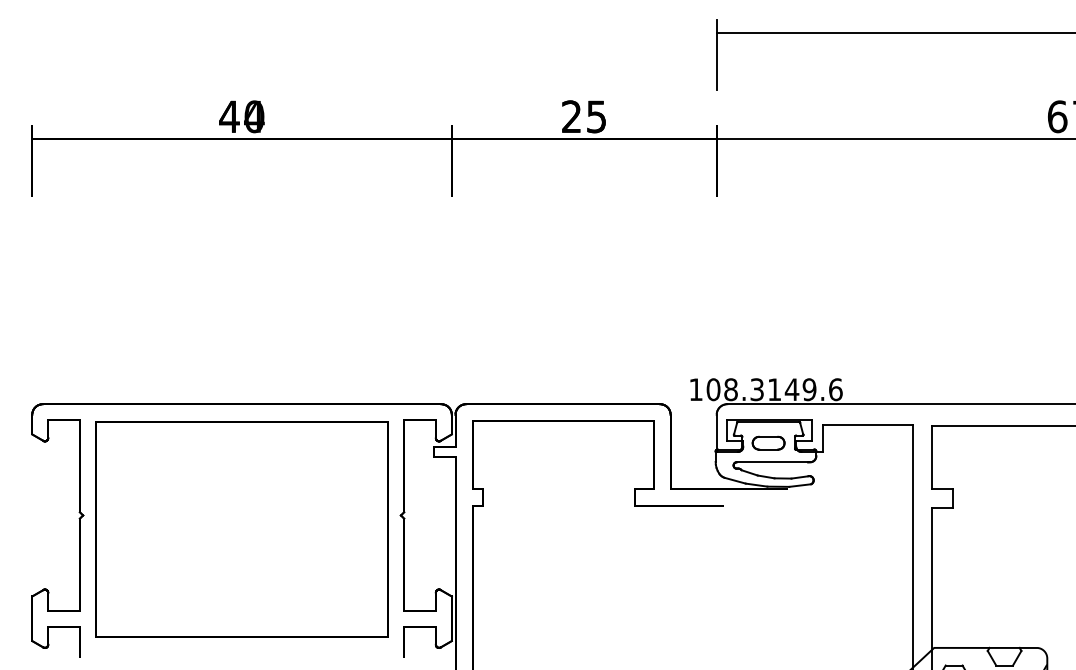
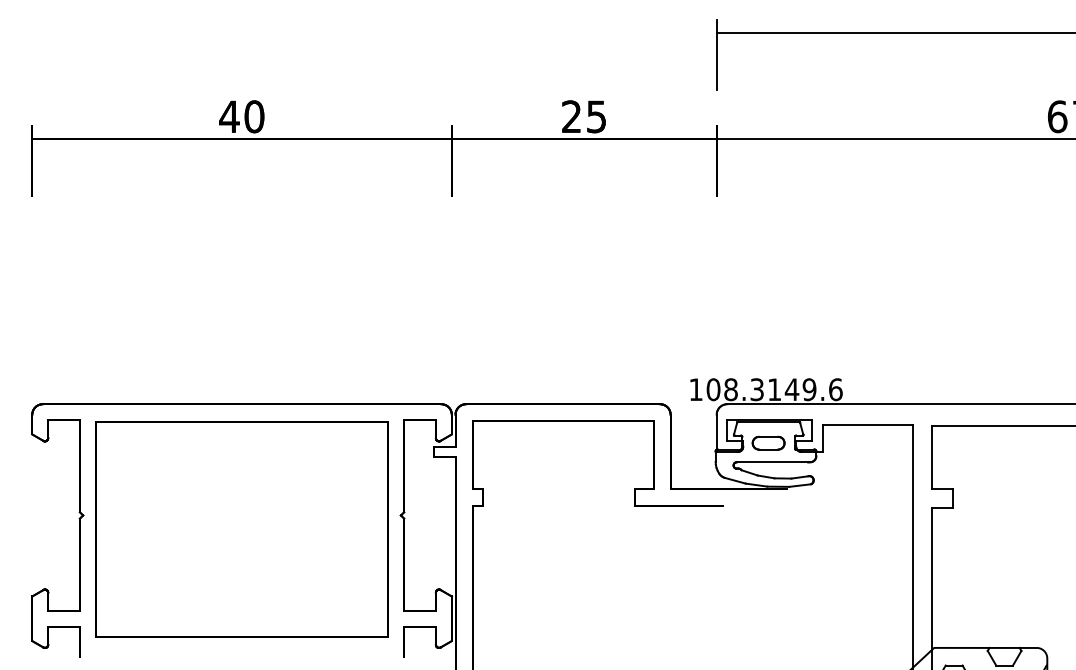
text at (254, 116): 44 -> 40
